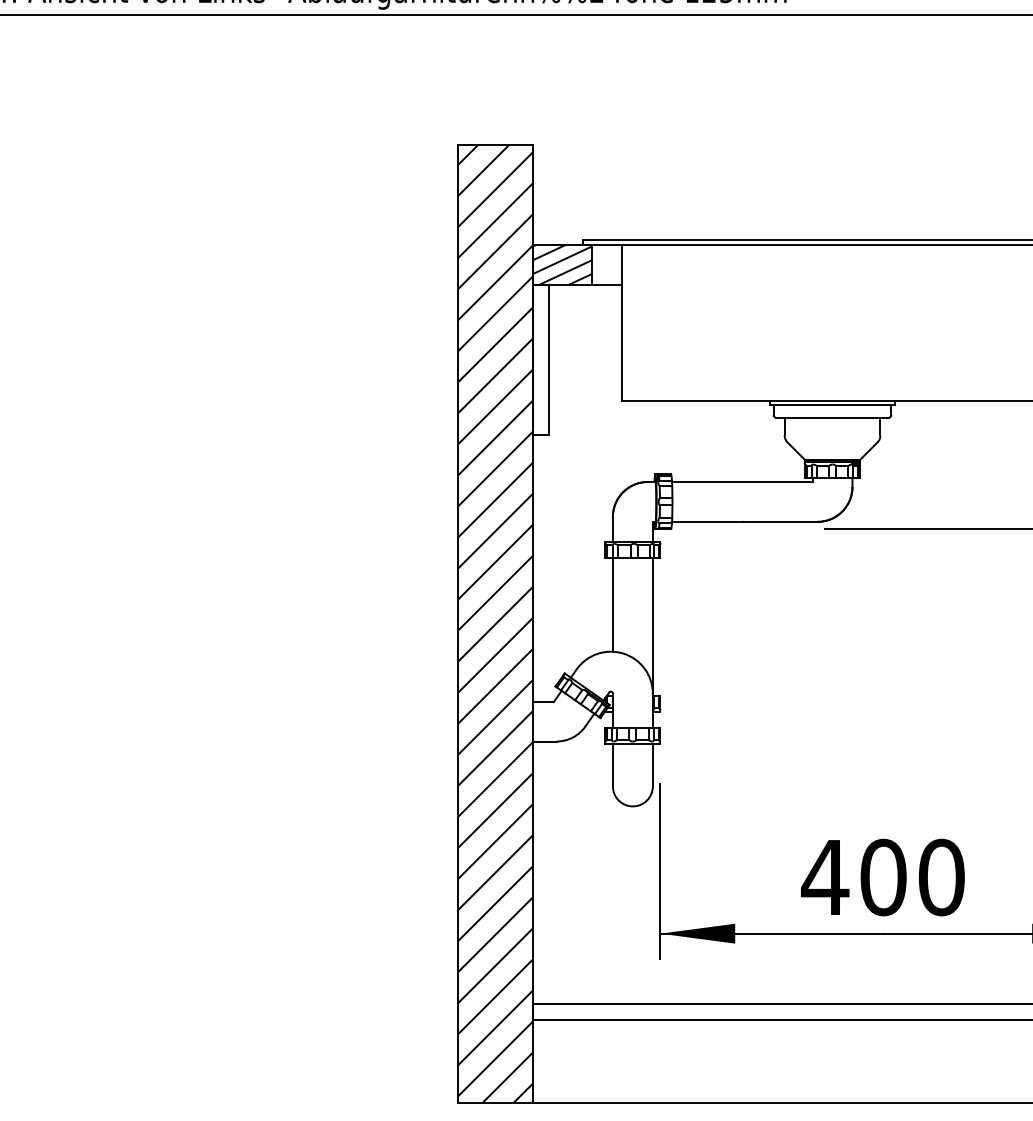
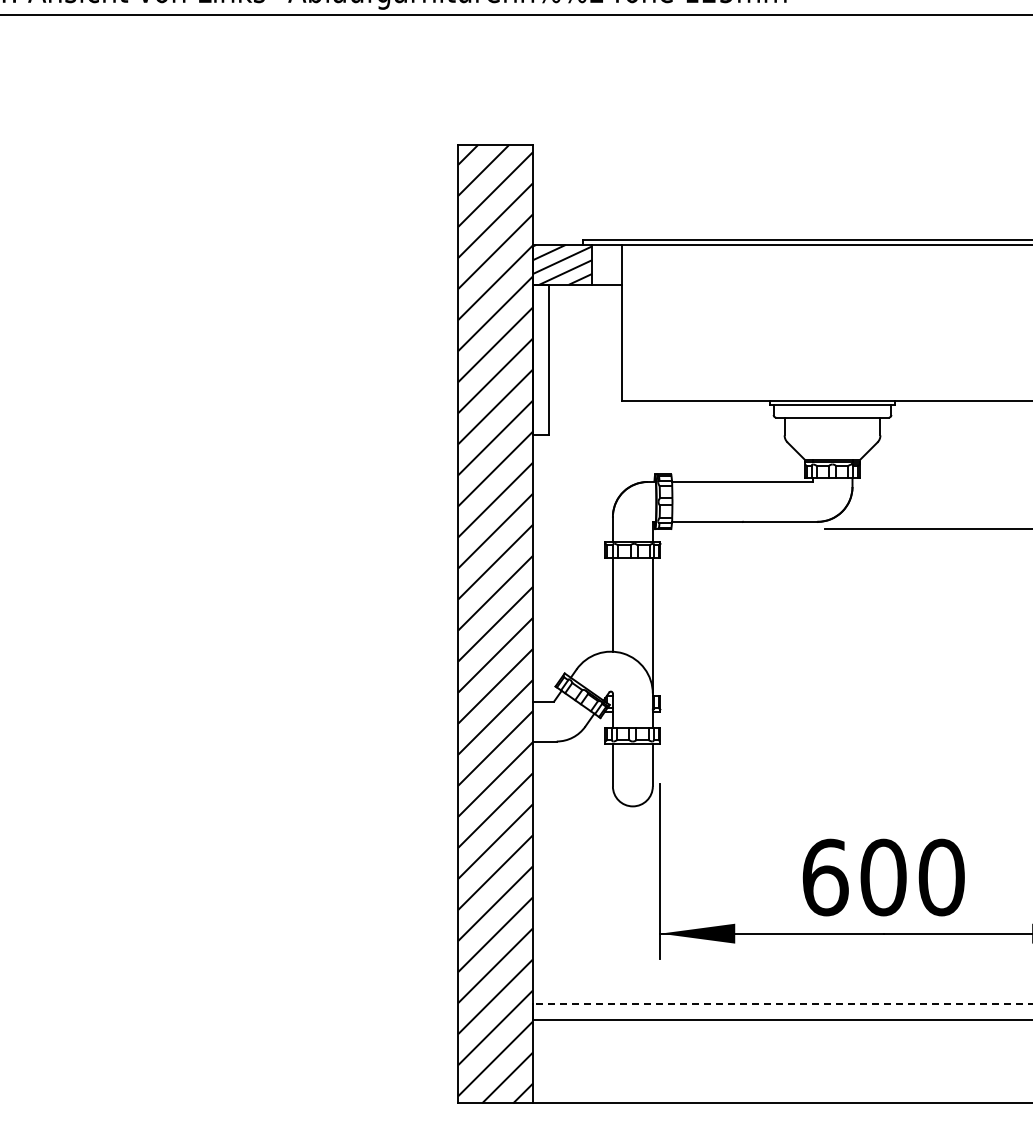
text at (825, 877): 400 -> 600
line at (782, 1003): solid -> dashed
